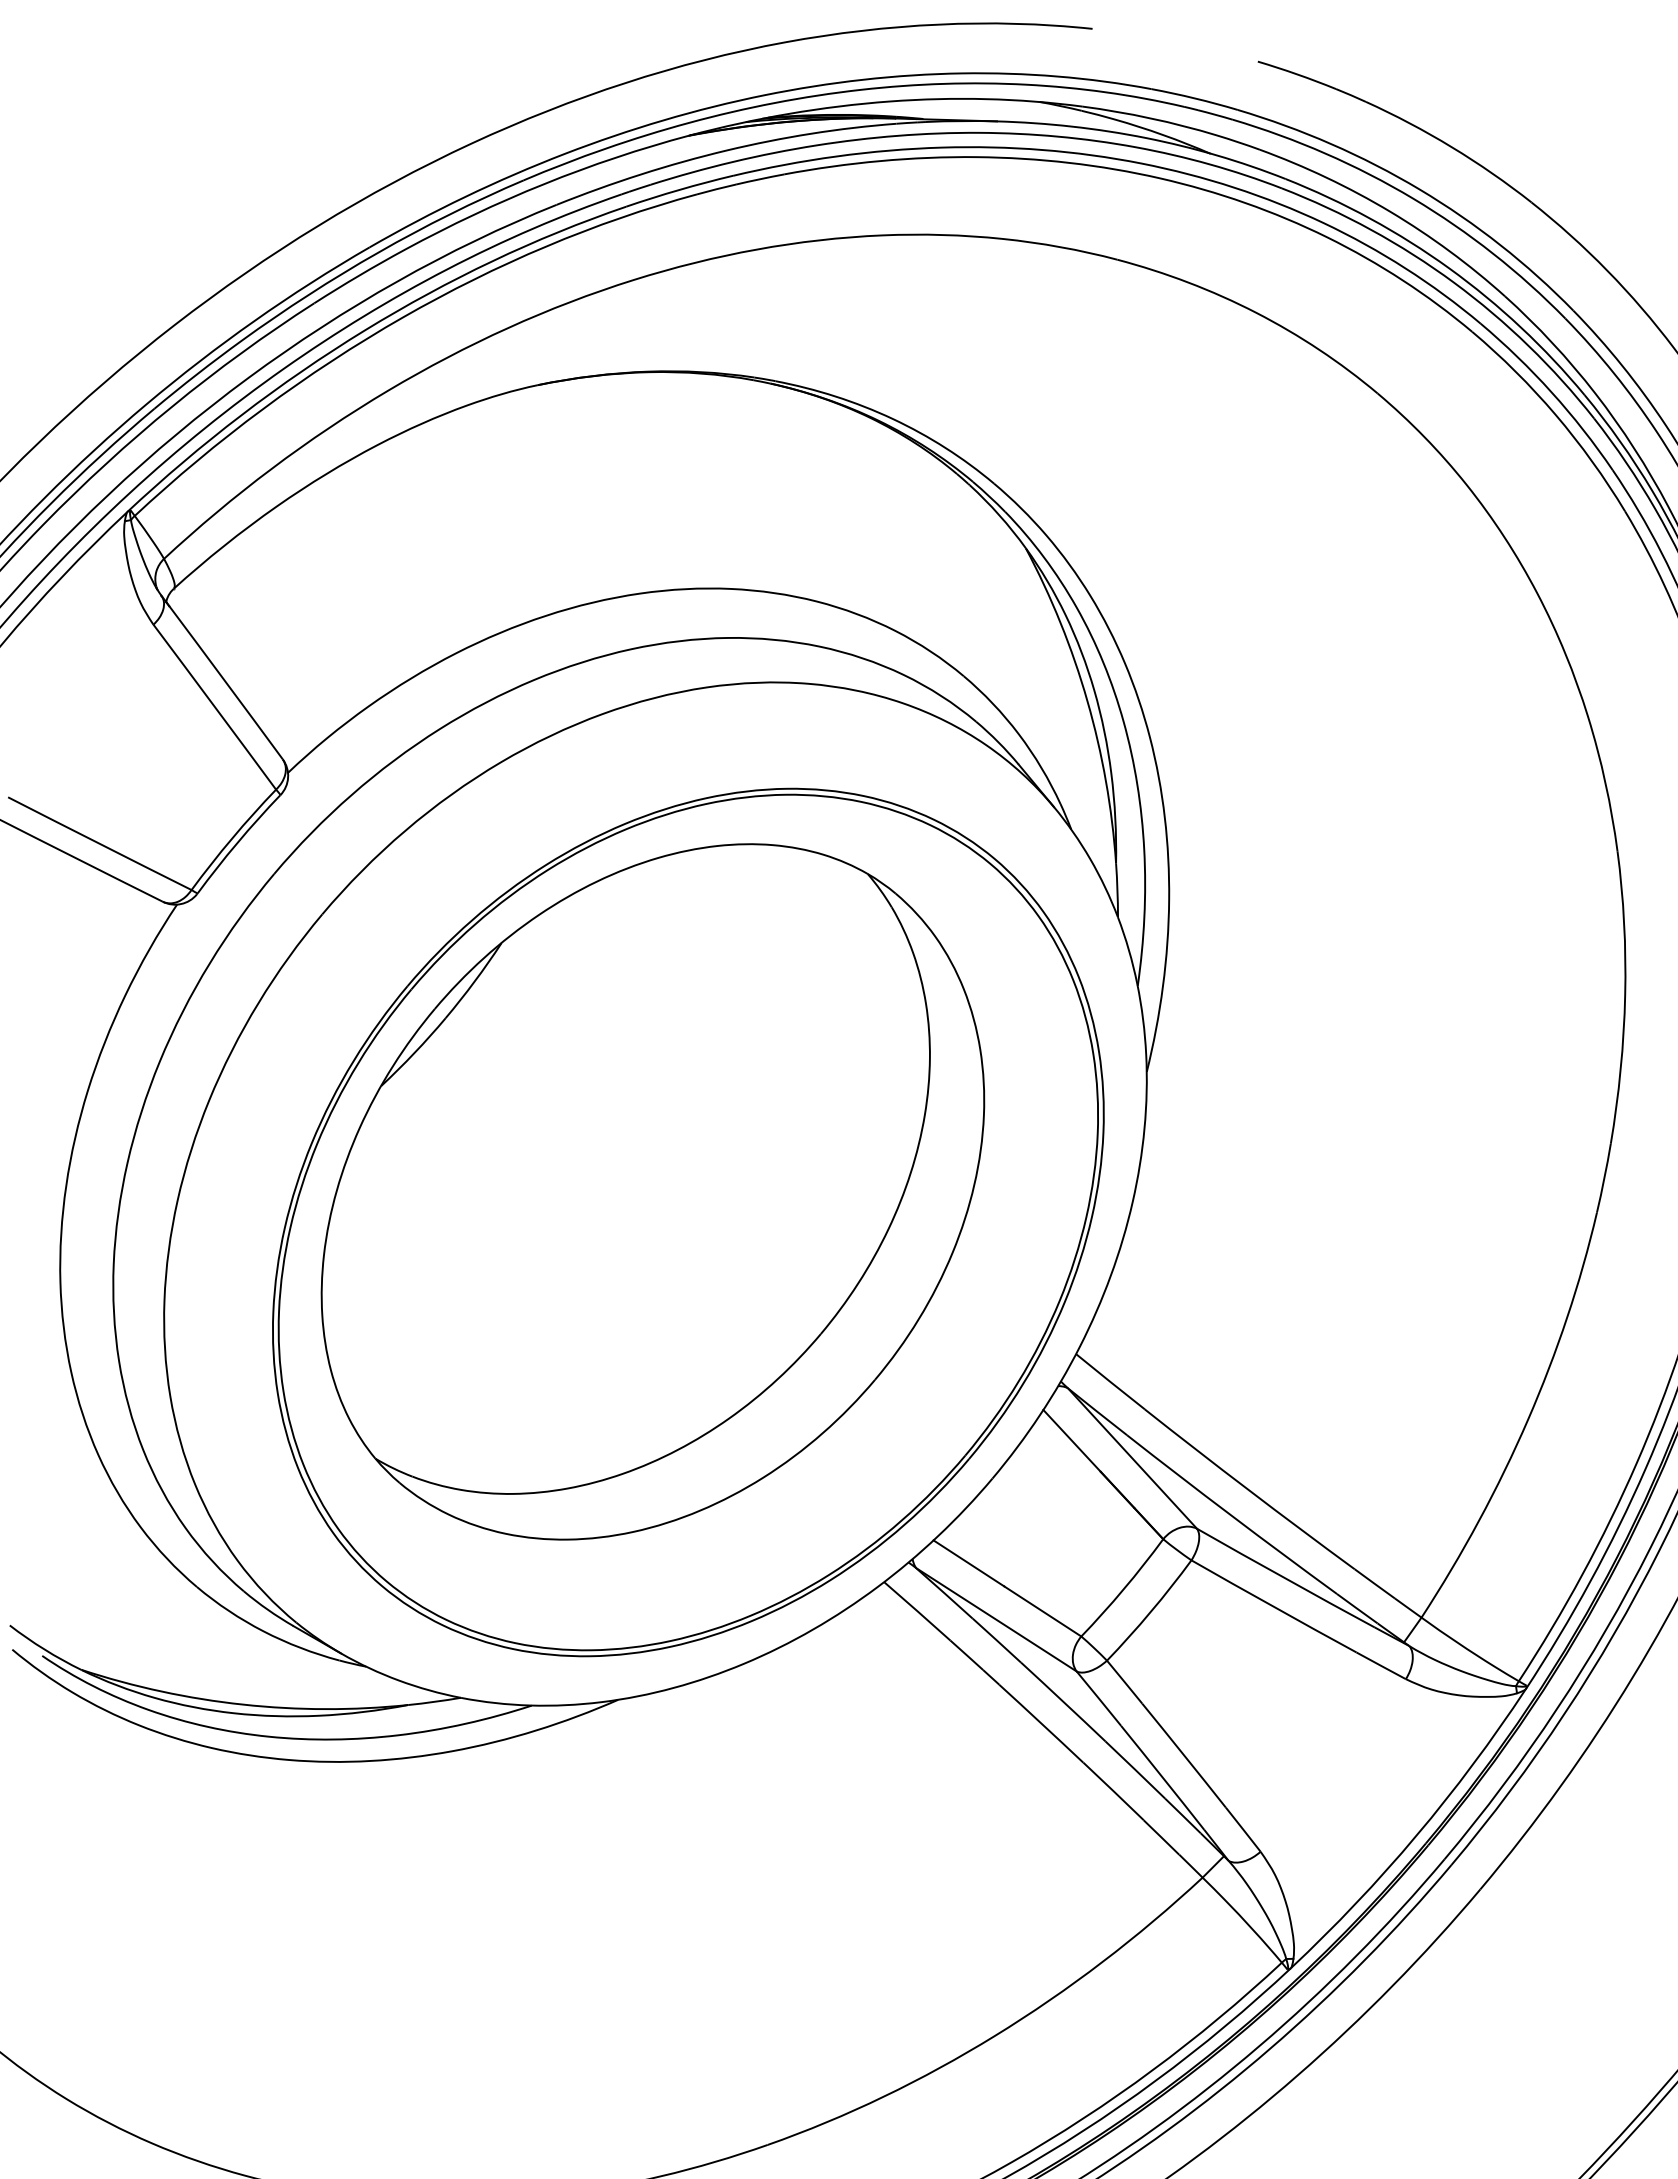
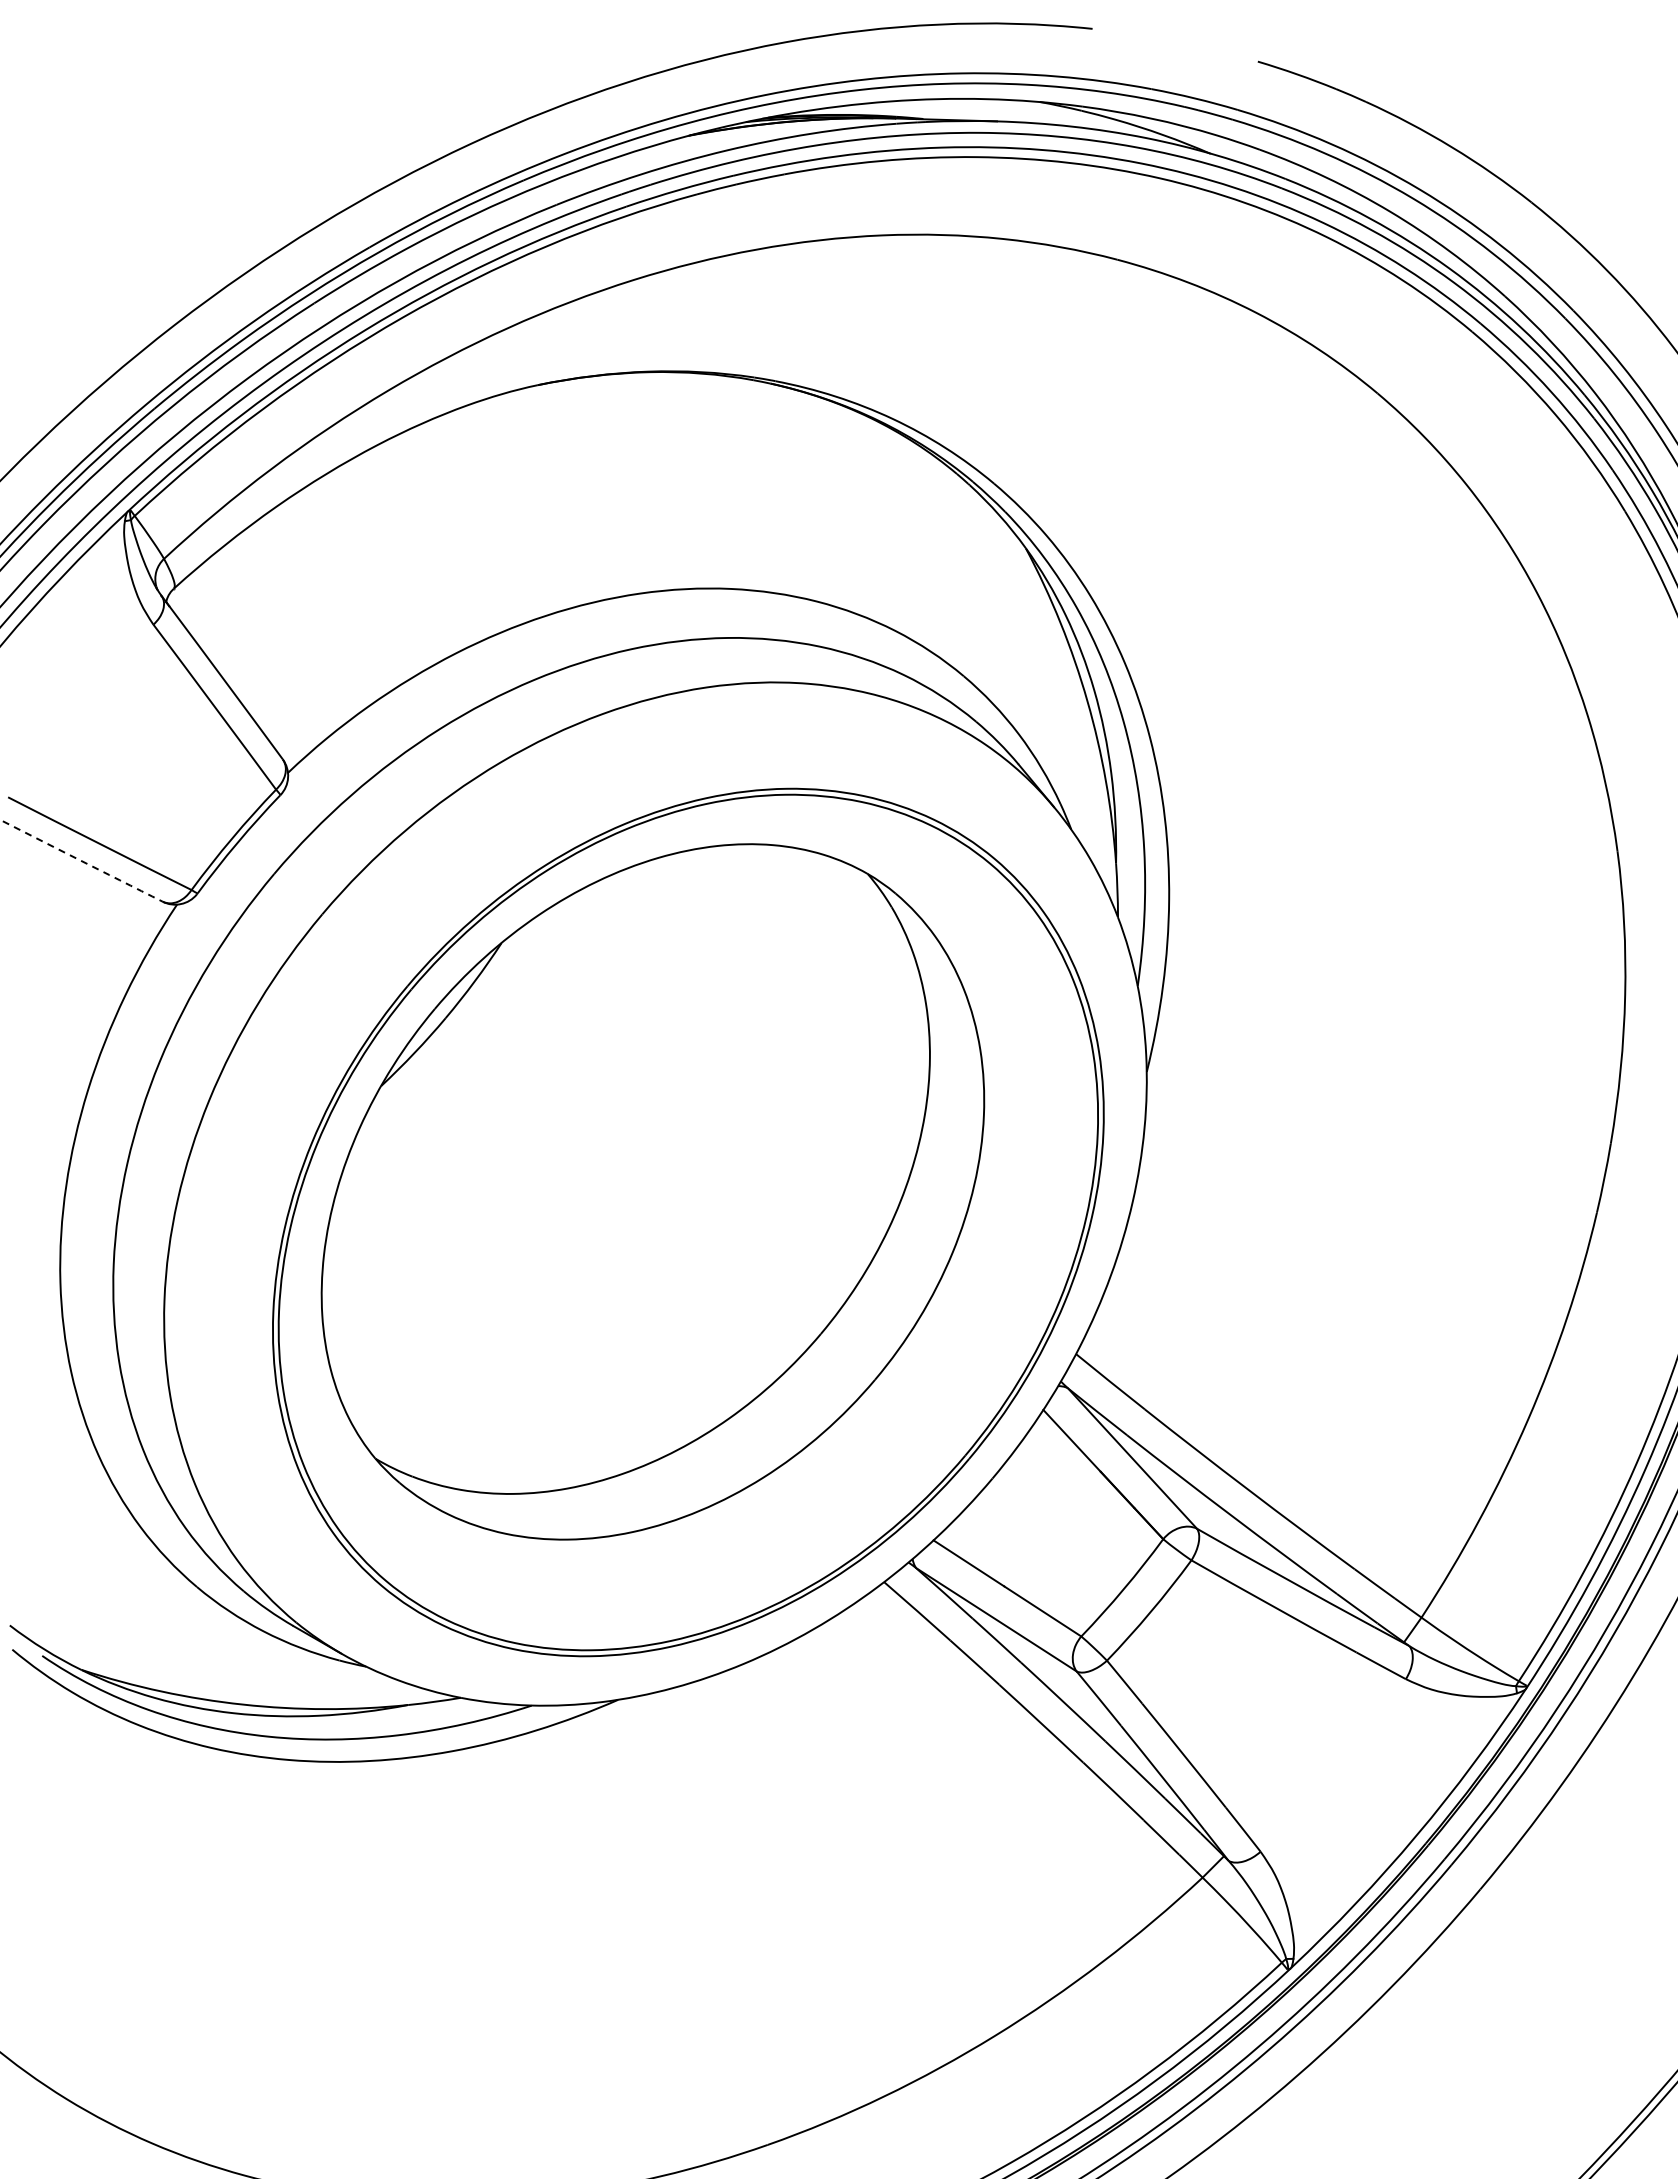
arc at (81, 861): solid -> dashed
